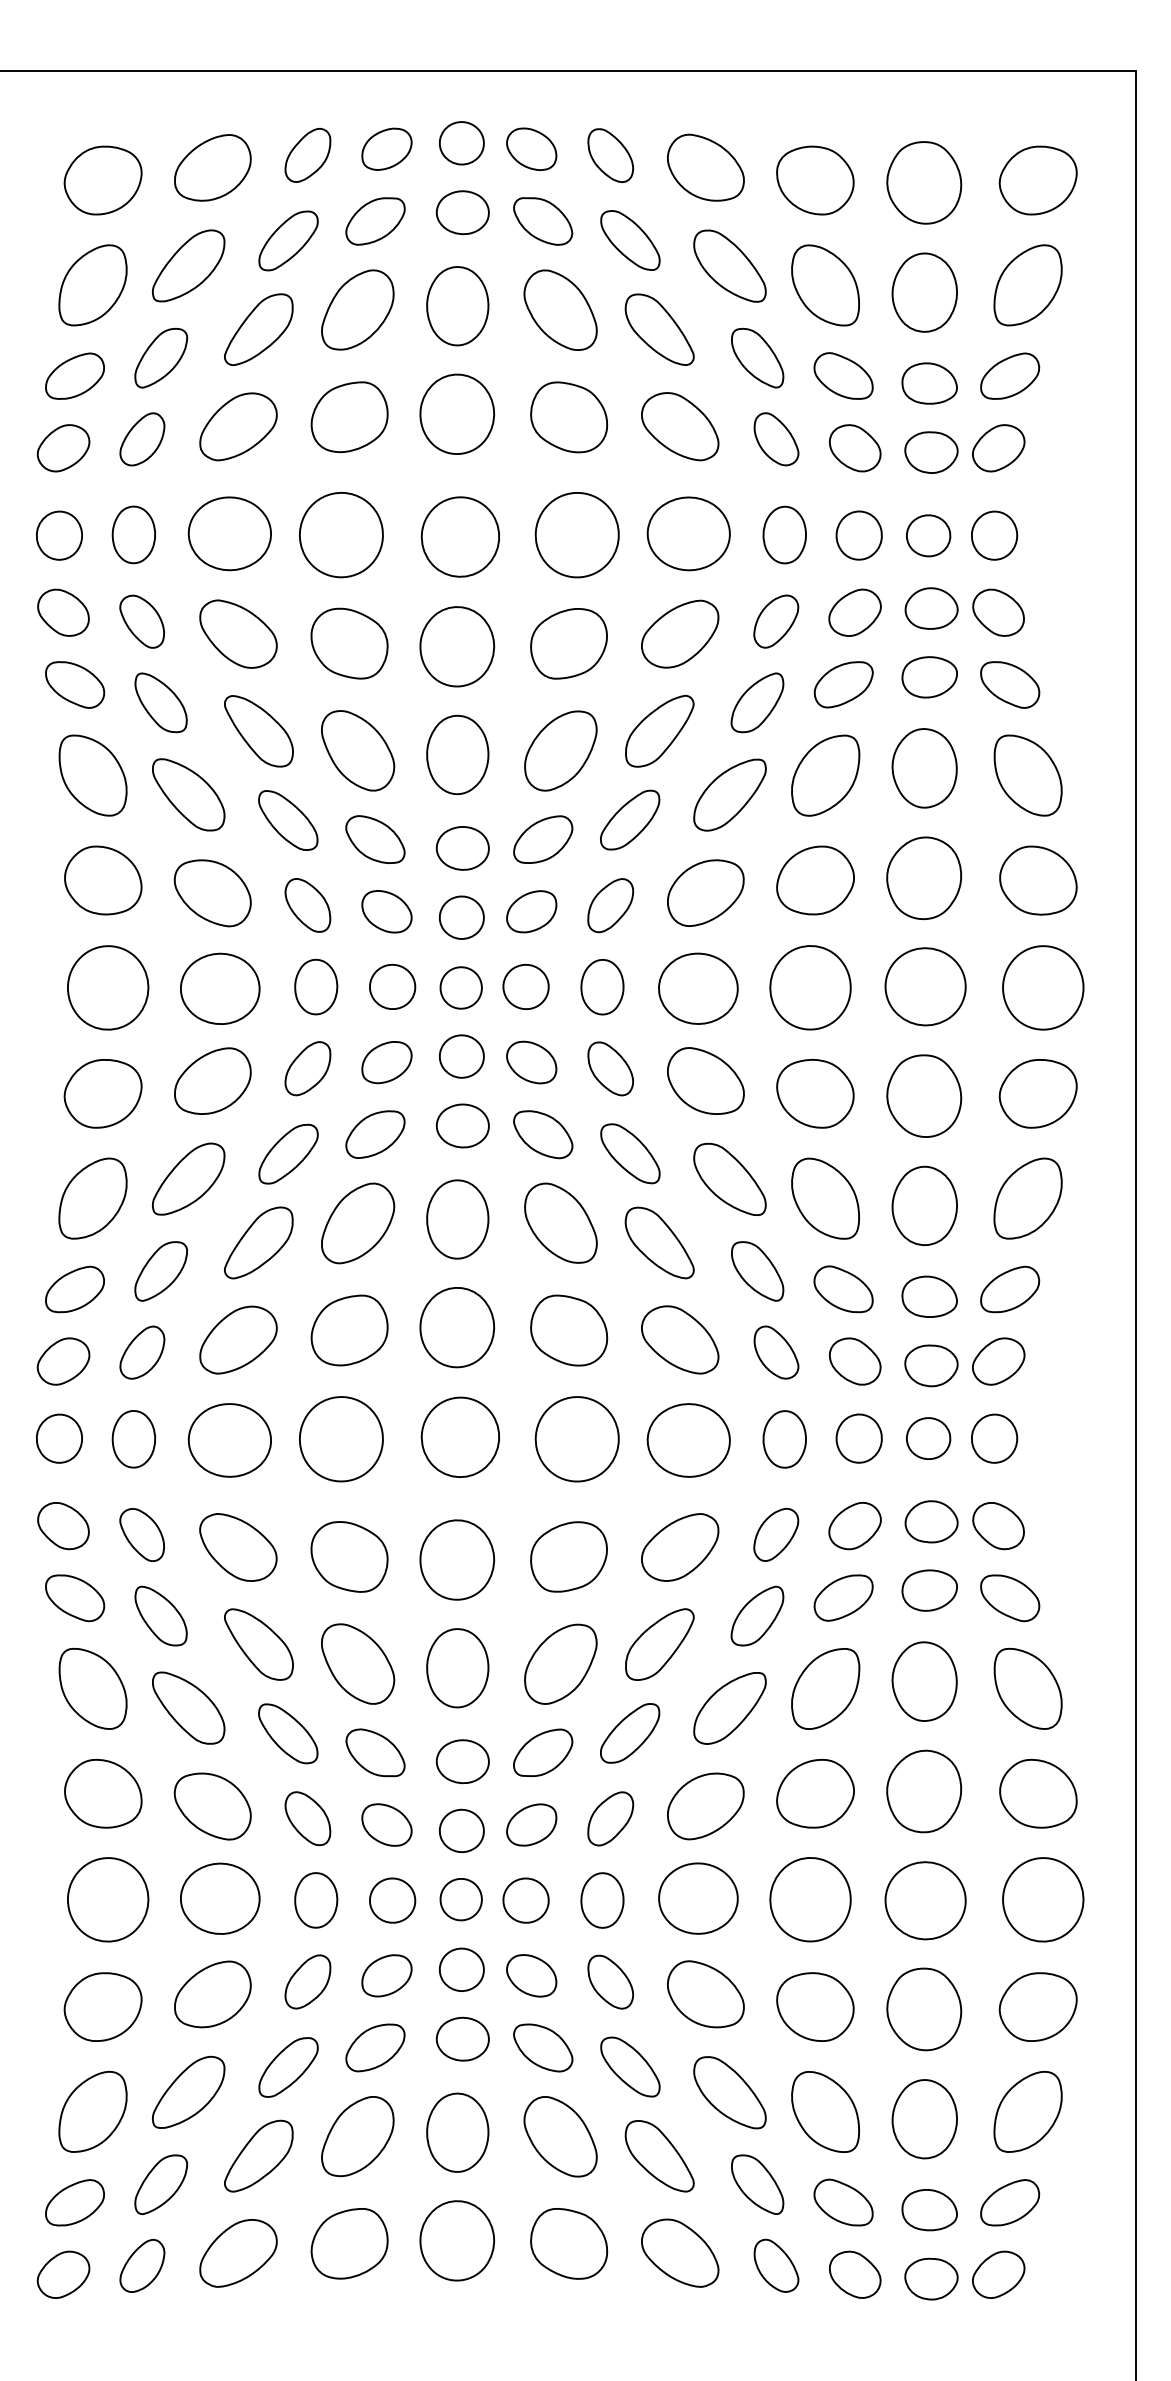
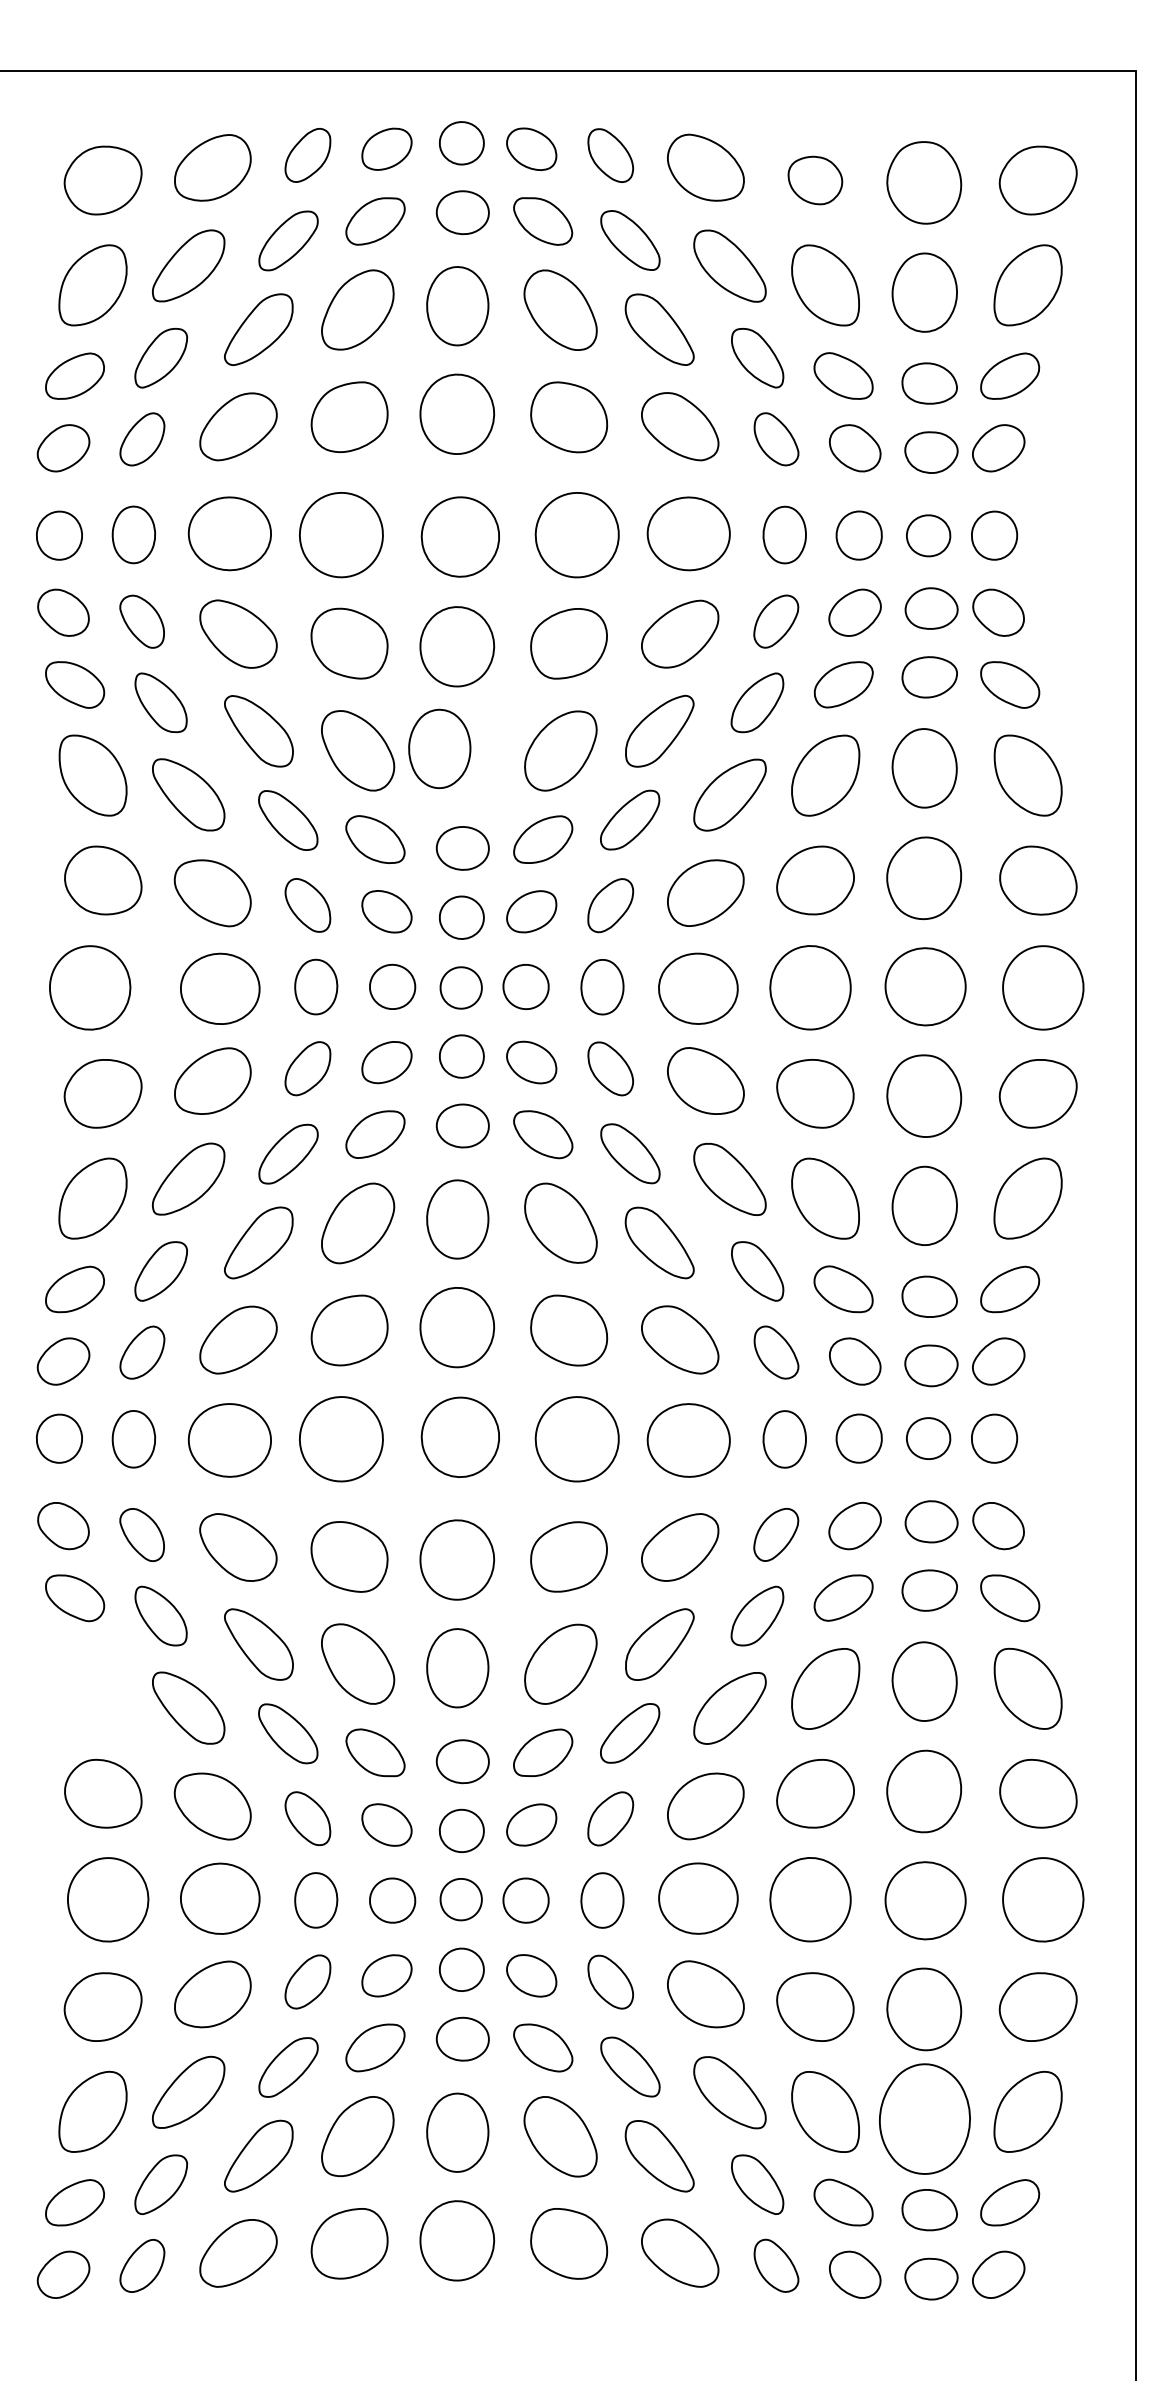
part at (815, 180) size: 79x71 px -> 57x51 px
part at (457, 754) position: (457, 754) -> (439, 748)
part at (108, 987) position: (108, 987) -> (90, 987)
part at (92, 1688): present -> none
part at (924, 2119) size: 67x81 px -> 92x112 px
